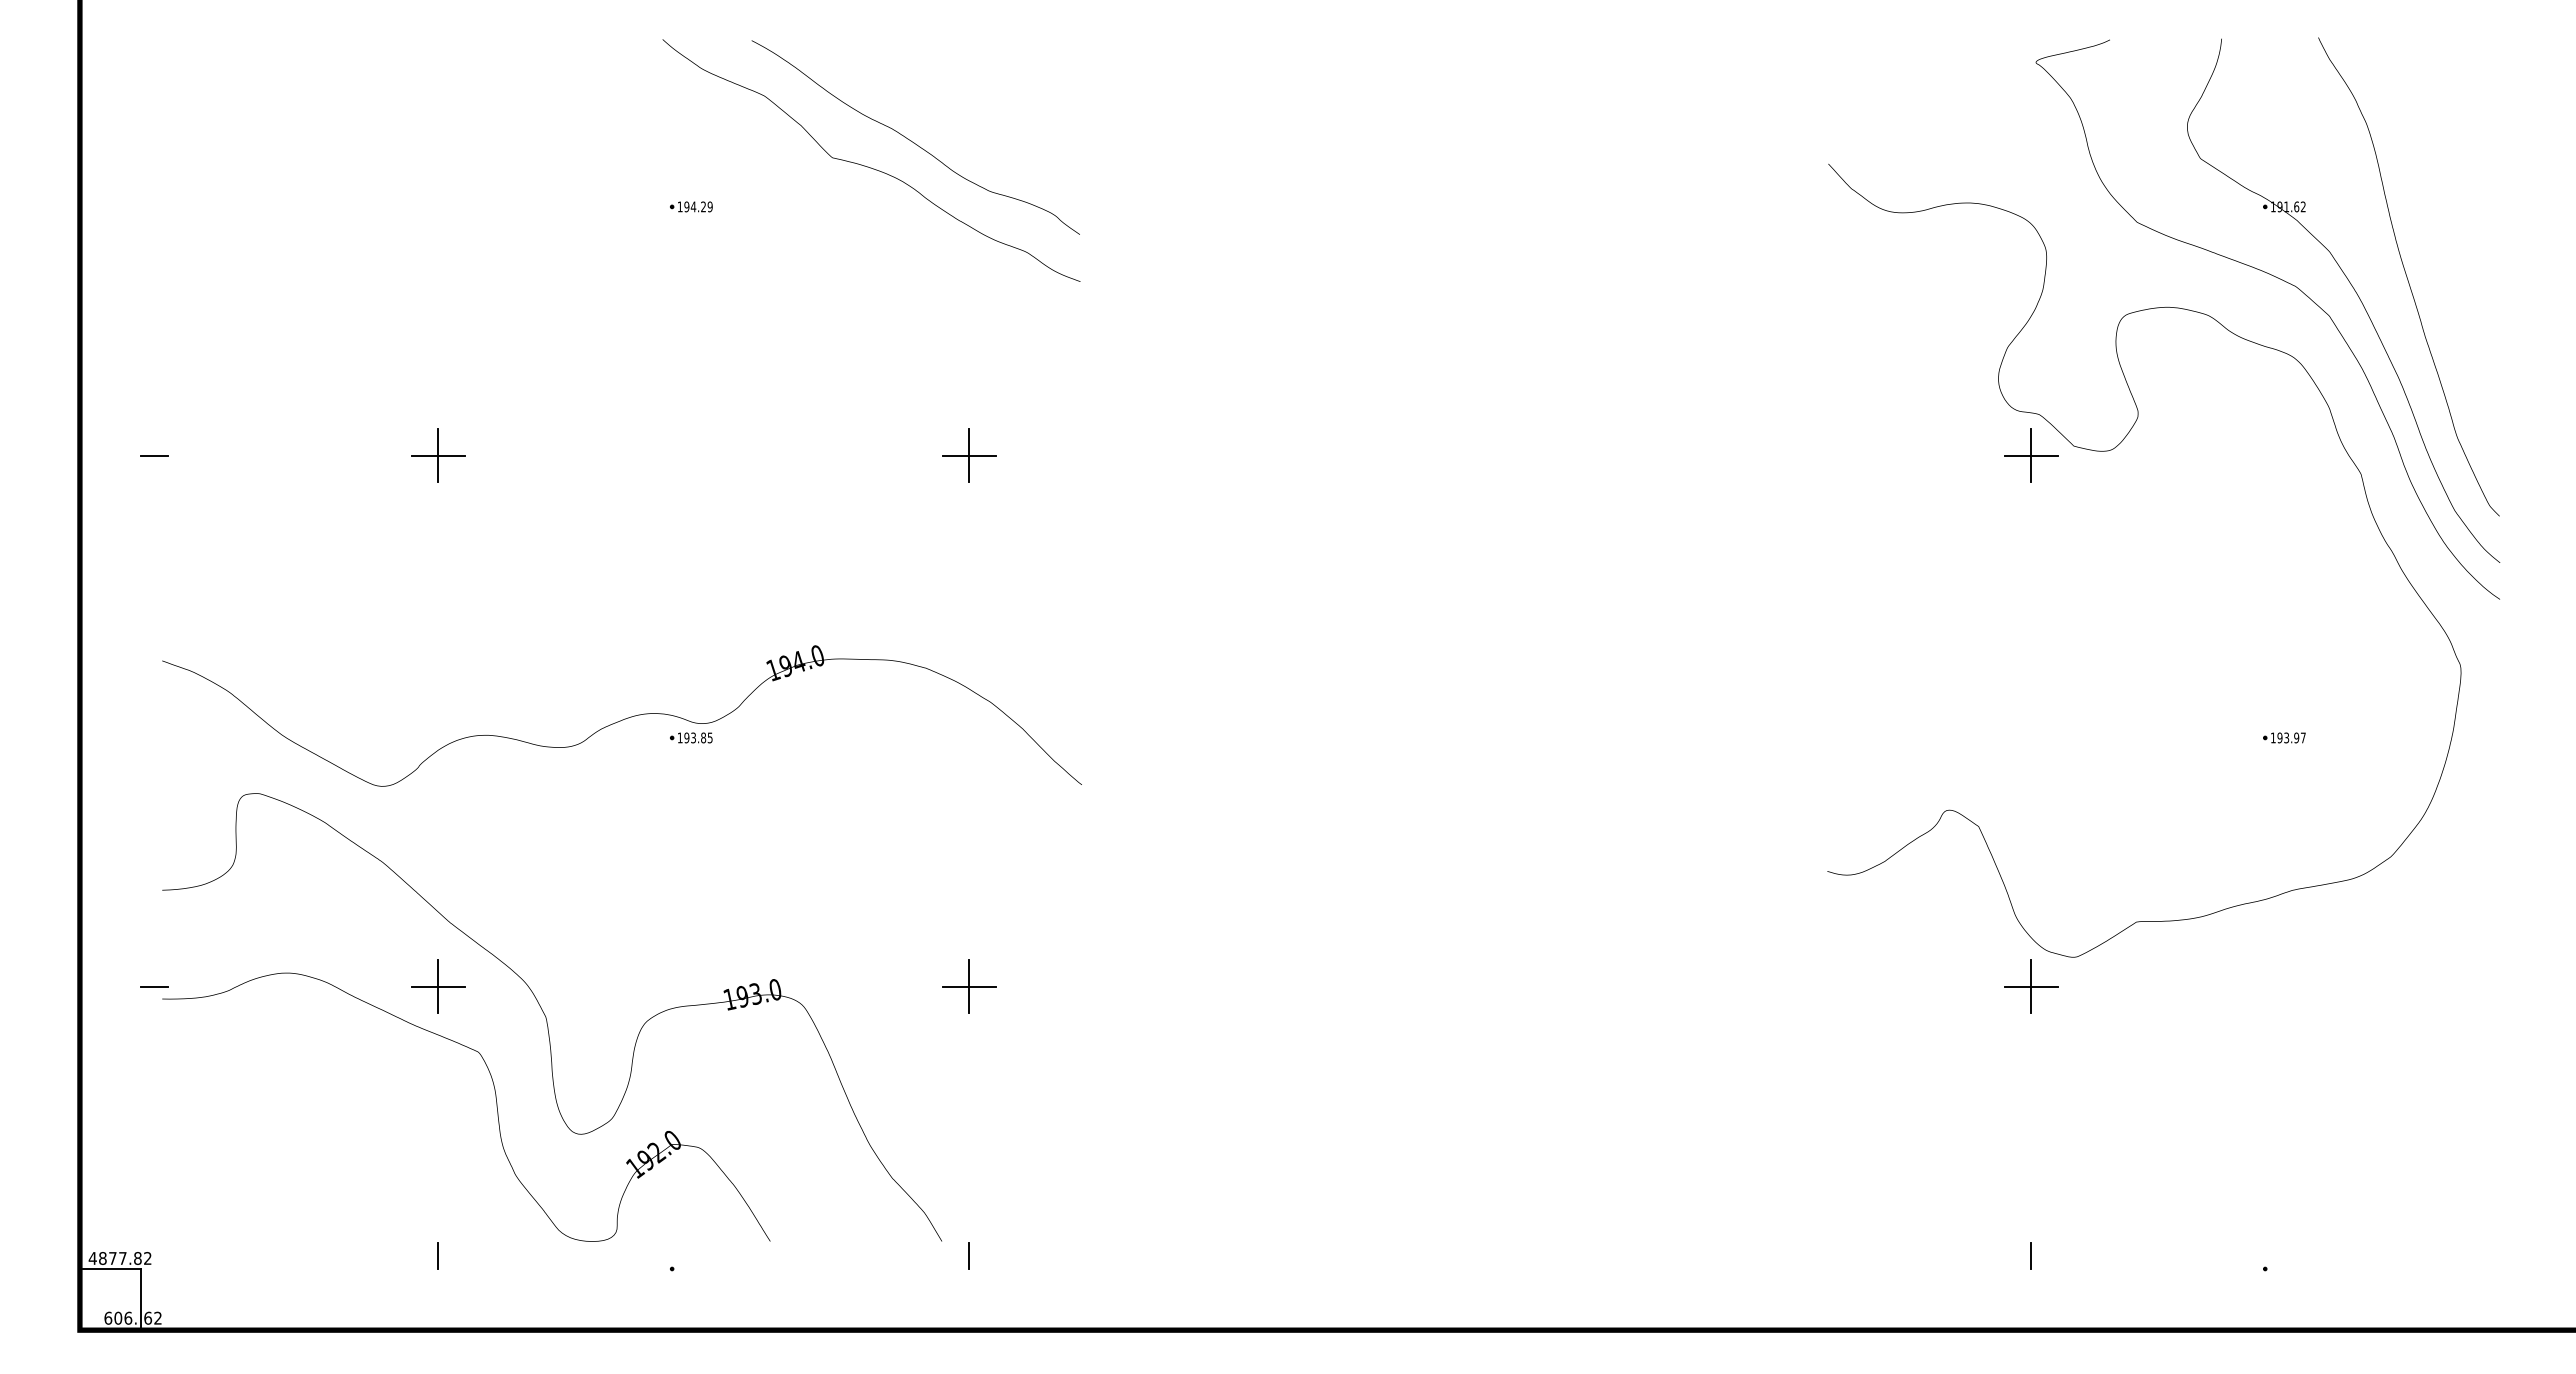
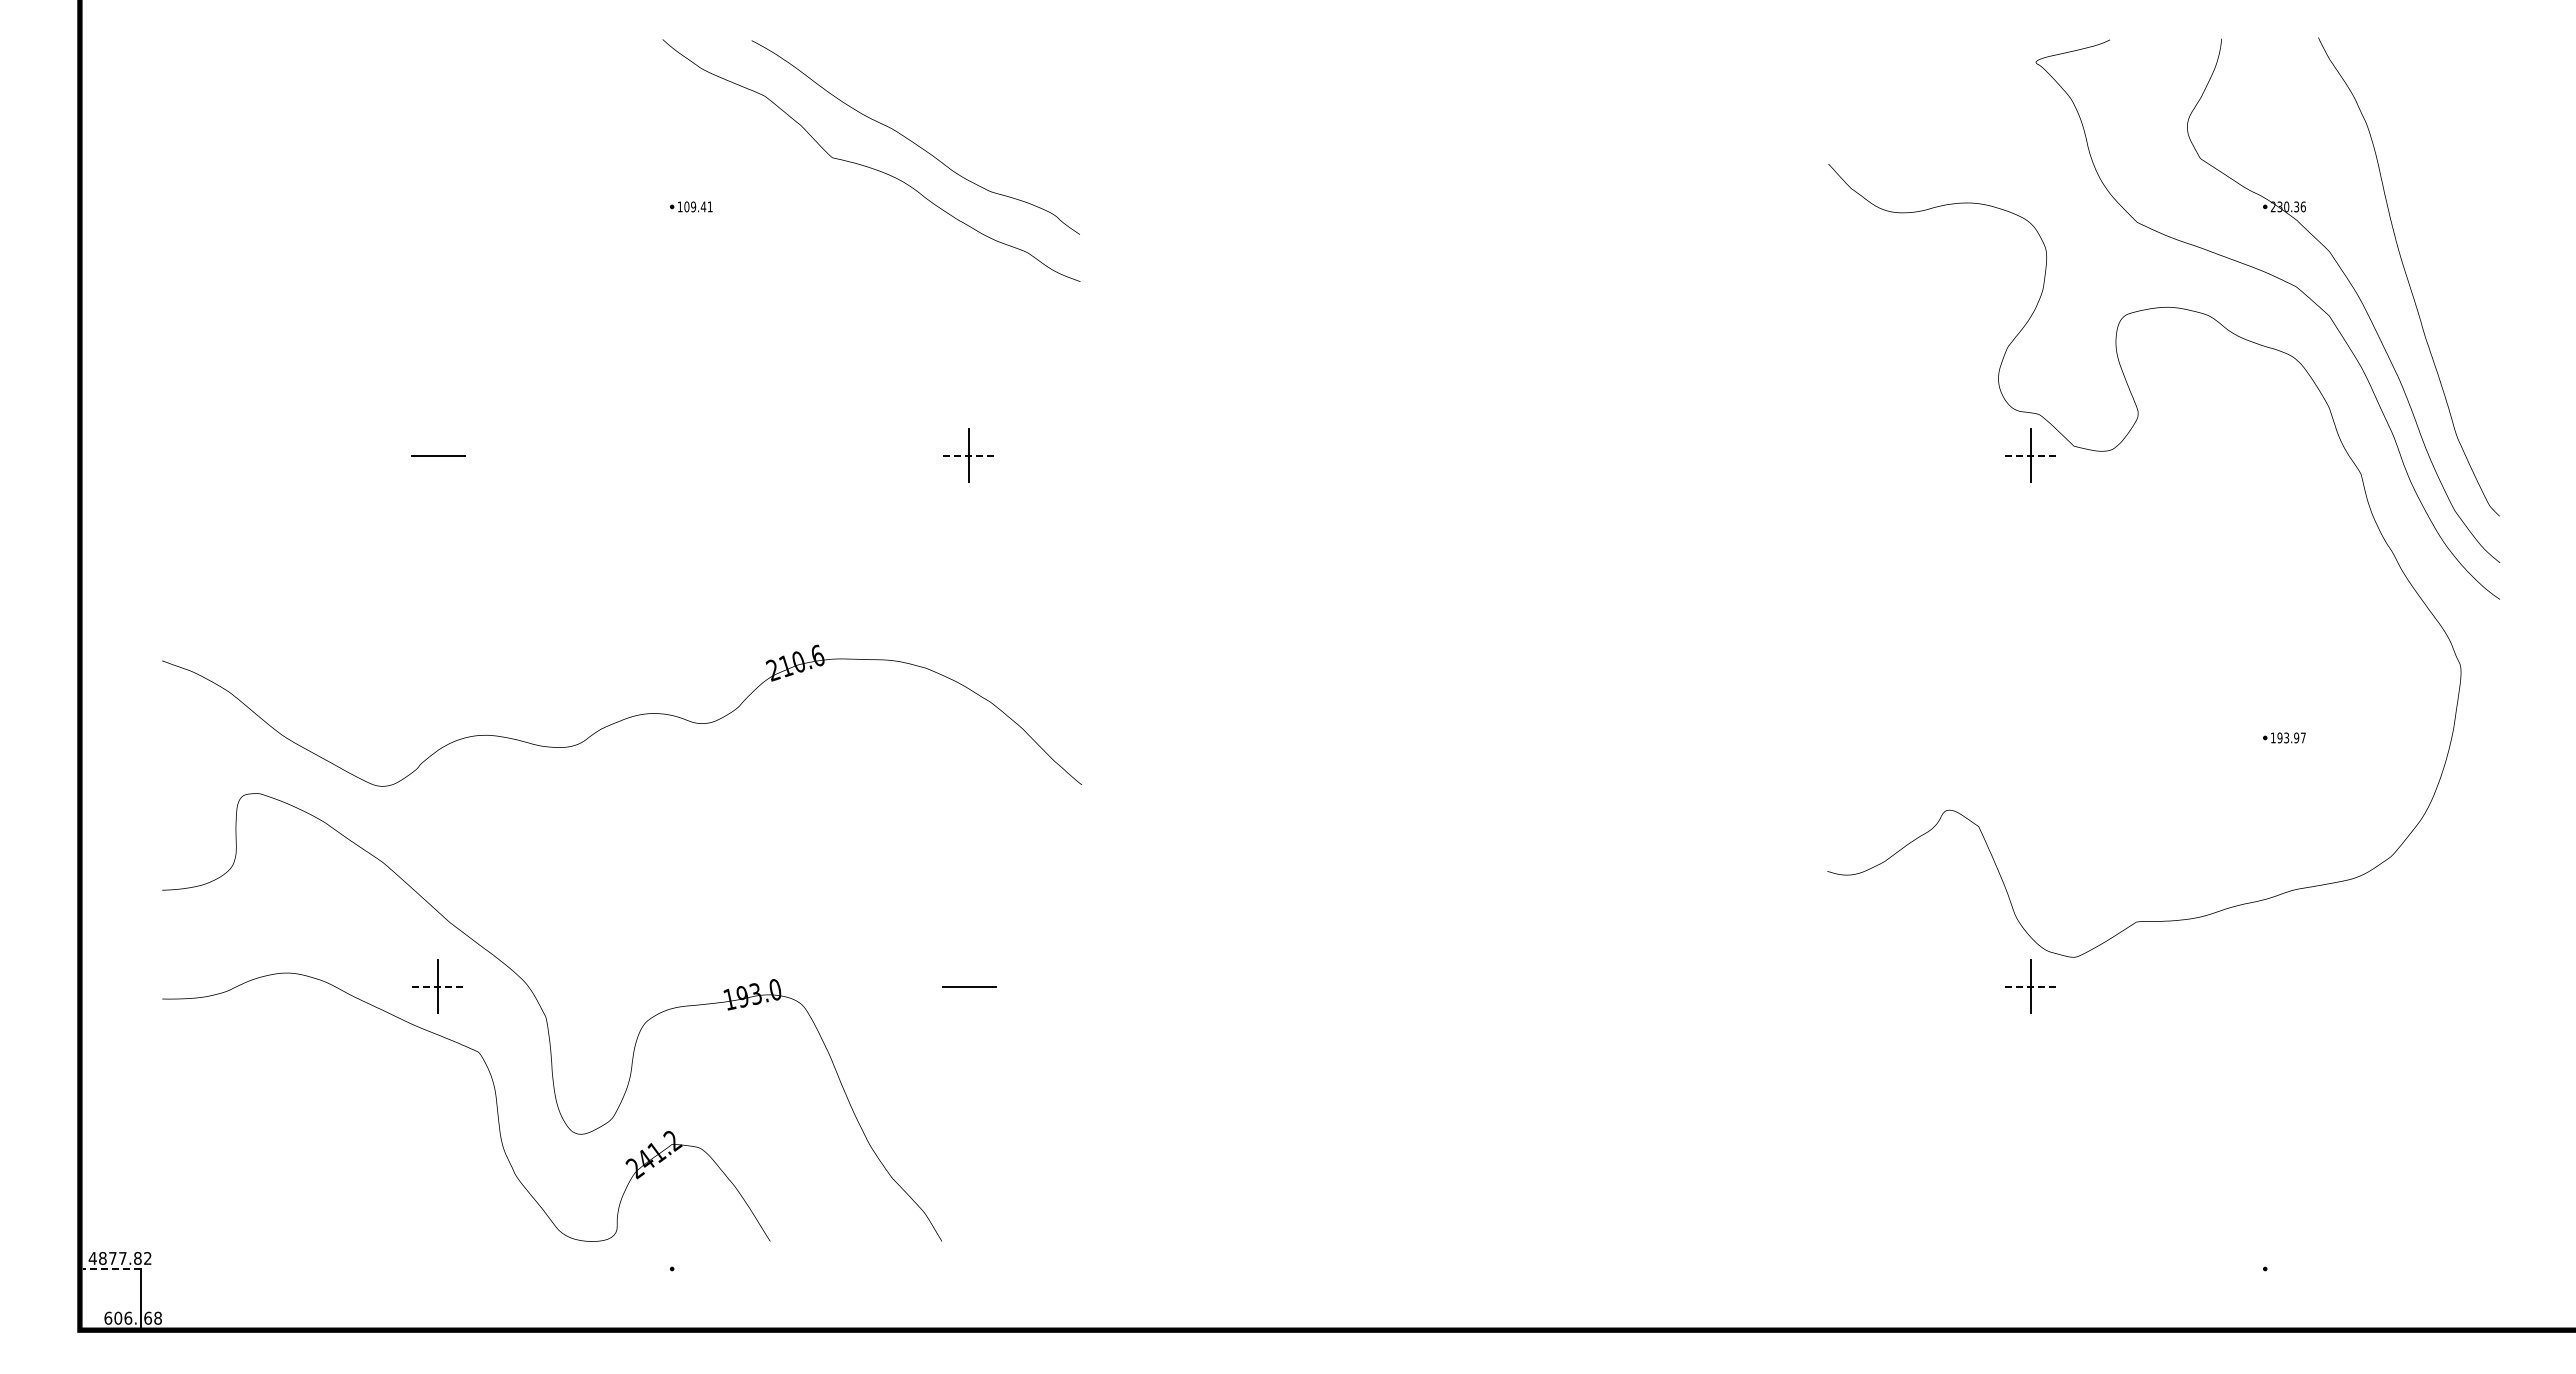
text at (698, 206): 194.29 -> 109.41
text at (2287, 206): 191.62 -> 230.36
line at (154, 455): present -> none
line at (438, 455): present -> none
line at (969, 455): solid -> dashed
line at (2031, 455): solid -> dashed
text at (794, 662): 194.0 -> 210.6
part at (691, 737): present -> none
line at (154, 986): present -> none
line at (438, 986): solid -> dashed
line at (969, 986): present -> none
line at (2031, 986): solid -> dashed
text at (653, 1155): 192.0 -> 241.2
line at (438, 1255): present -> none
line at (969, 1255): present -> none
line at (2031, 1255): present -> none
line at (111, 1269): solid -> dashed
text at (157, 1317): 62 -> 68
